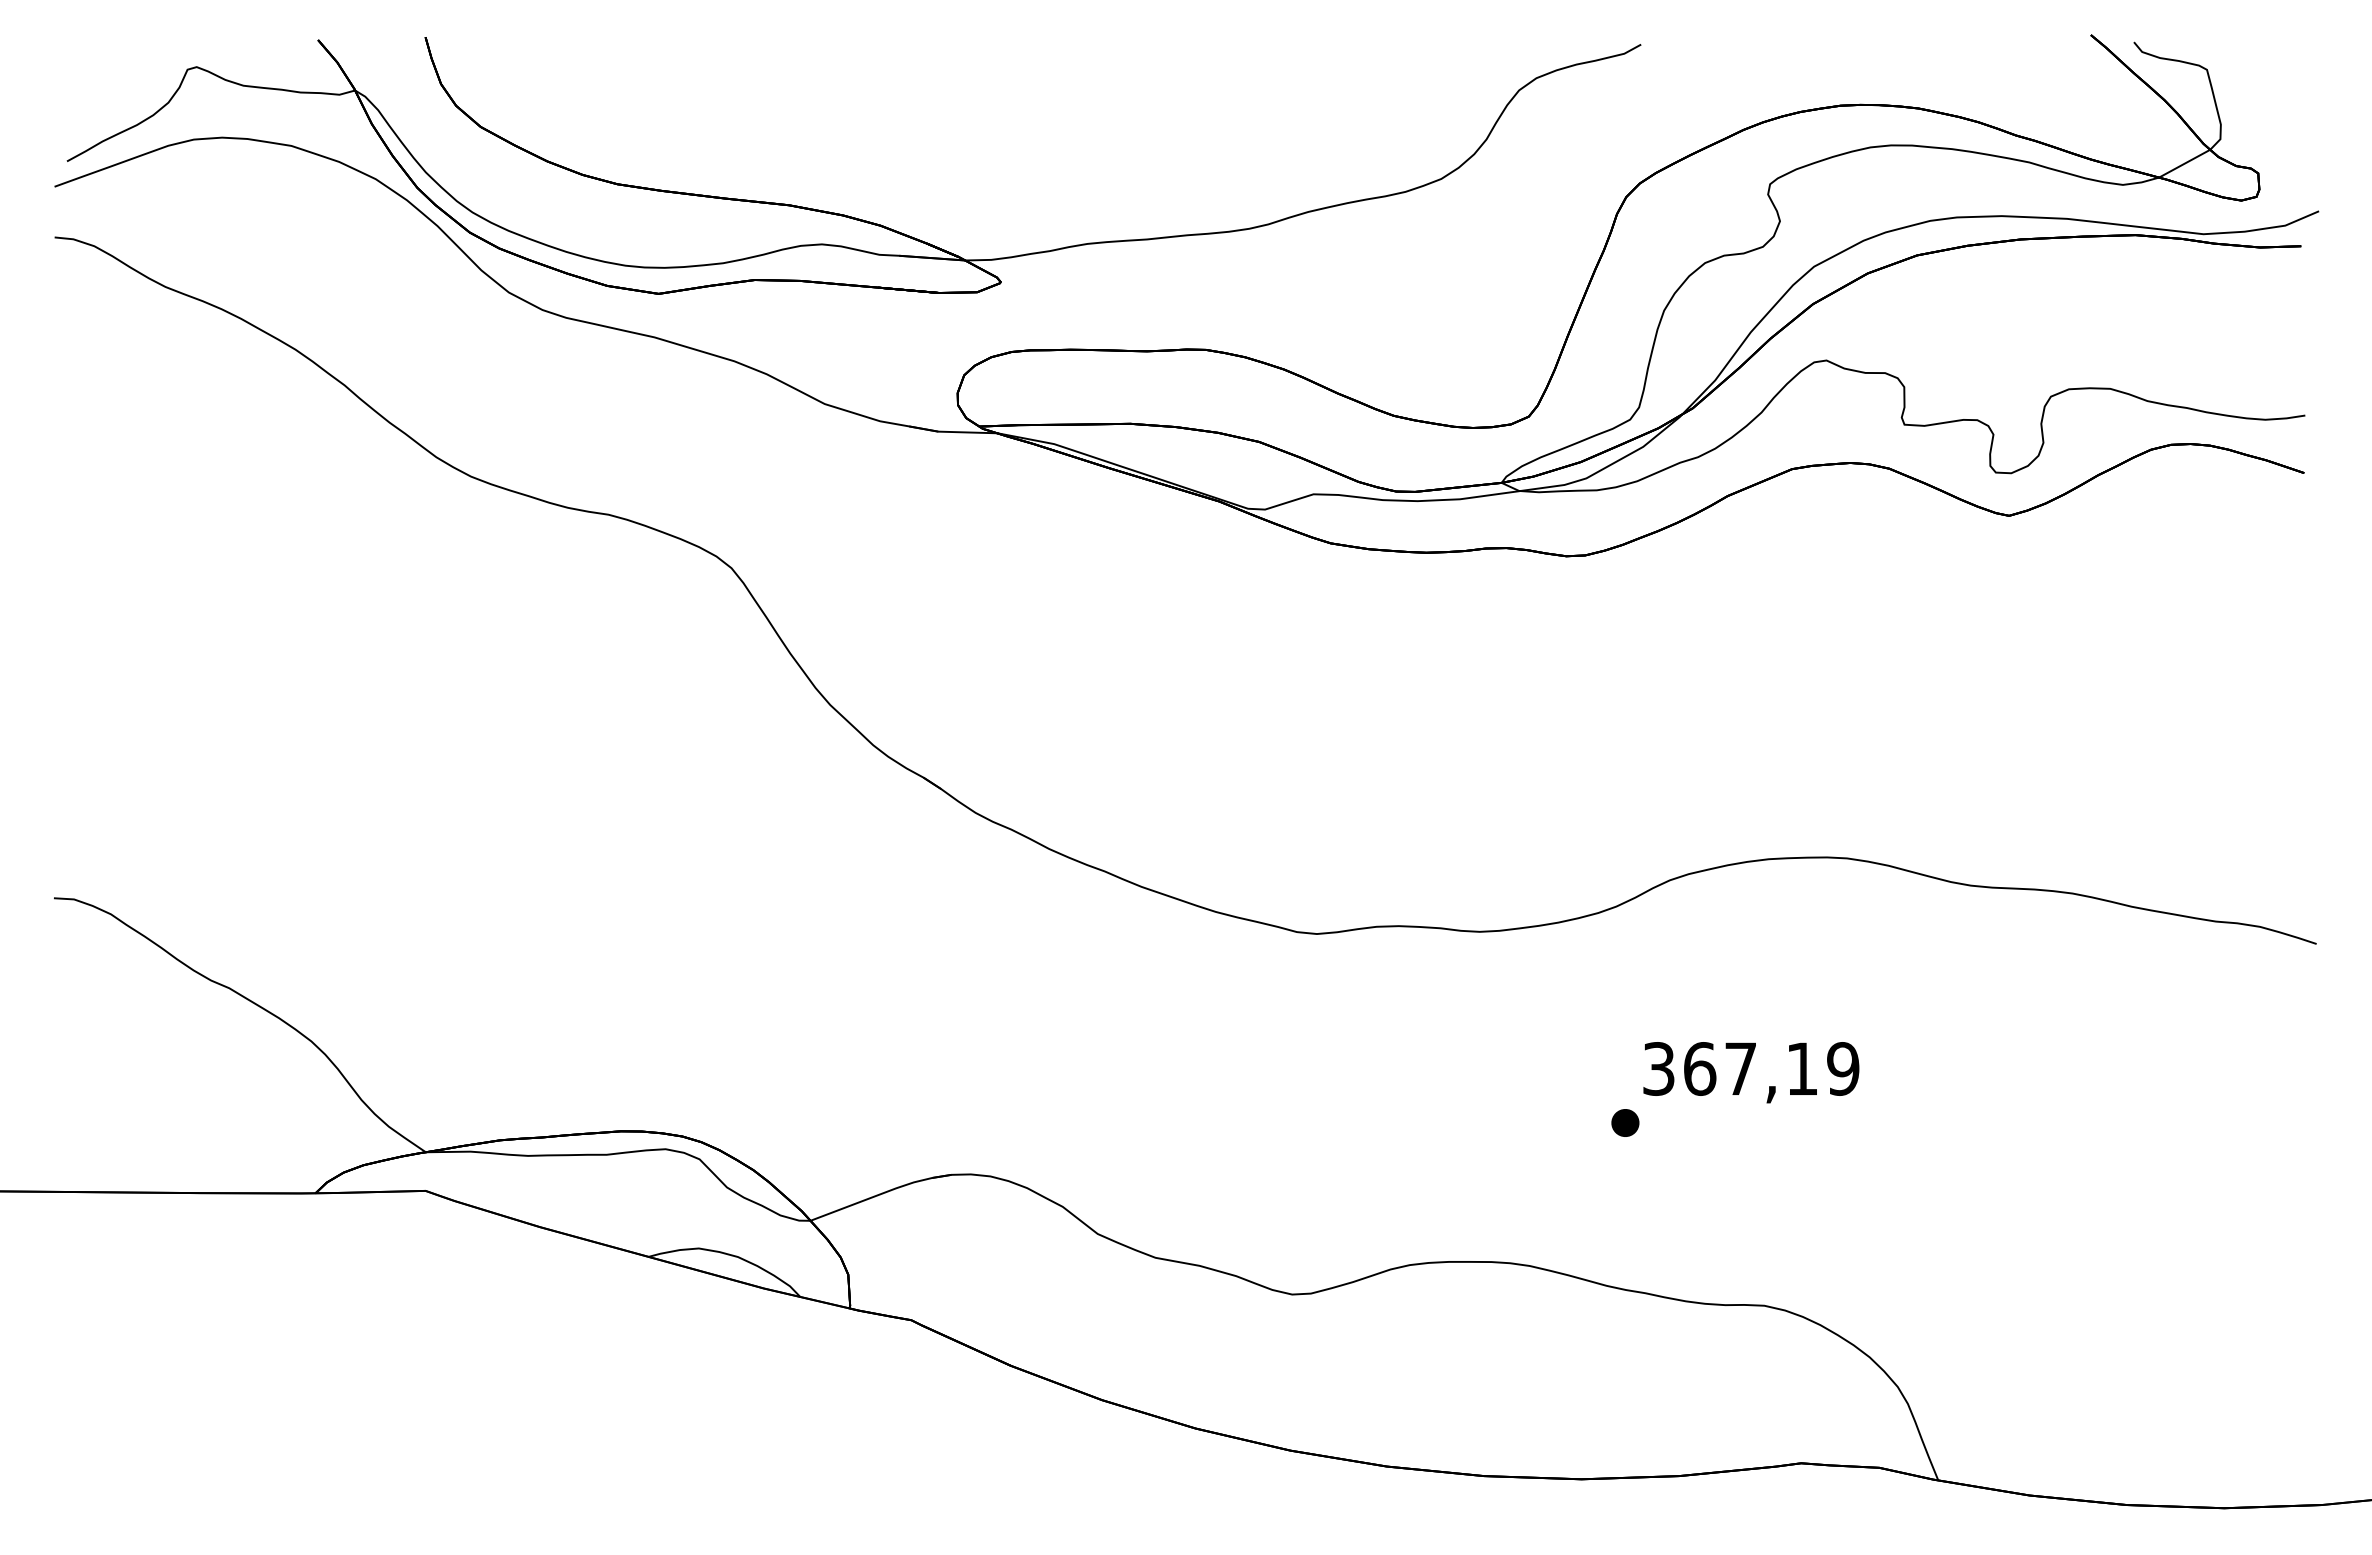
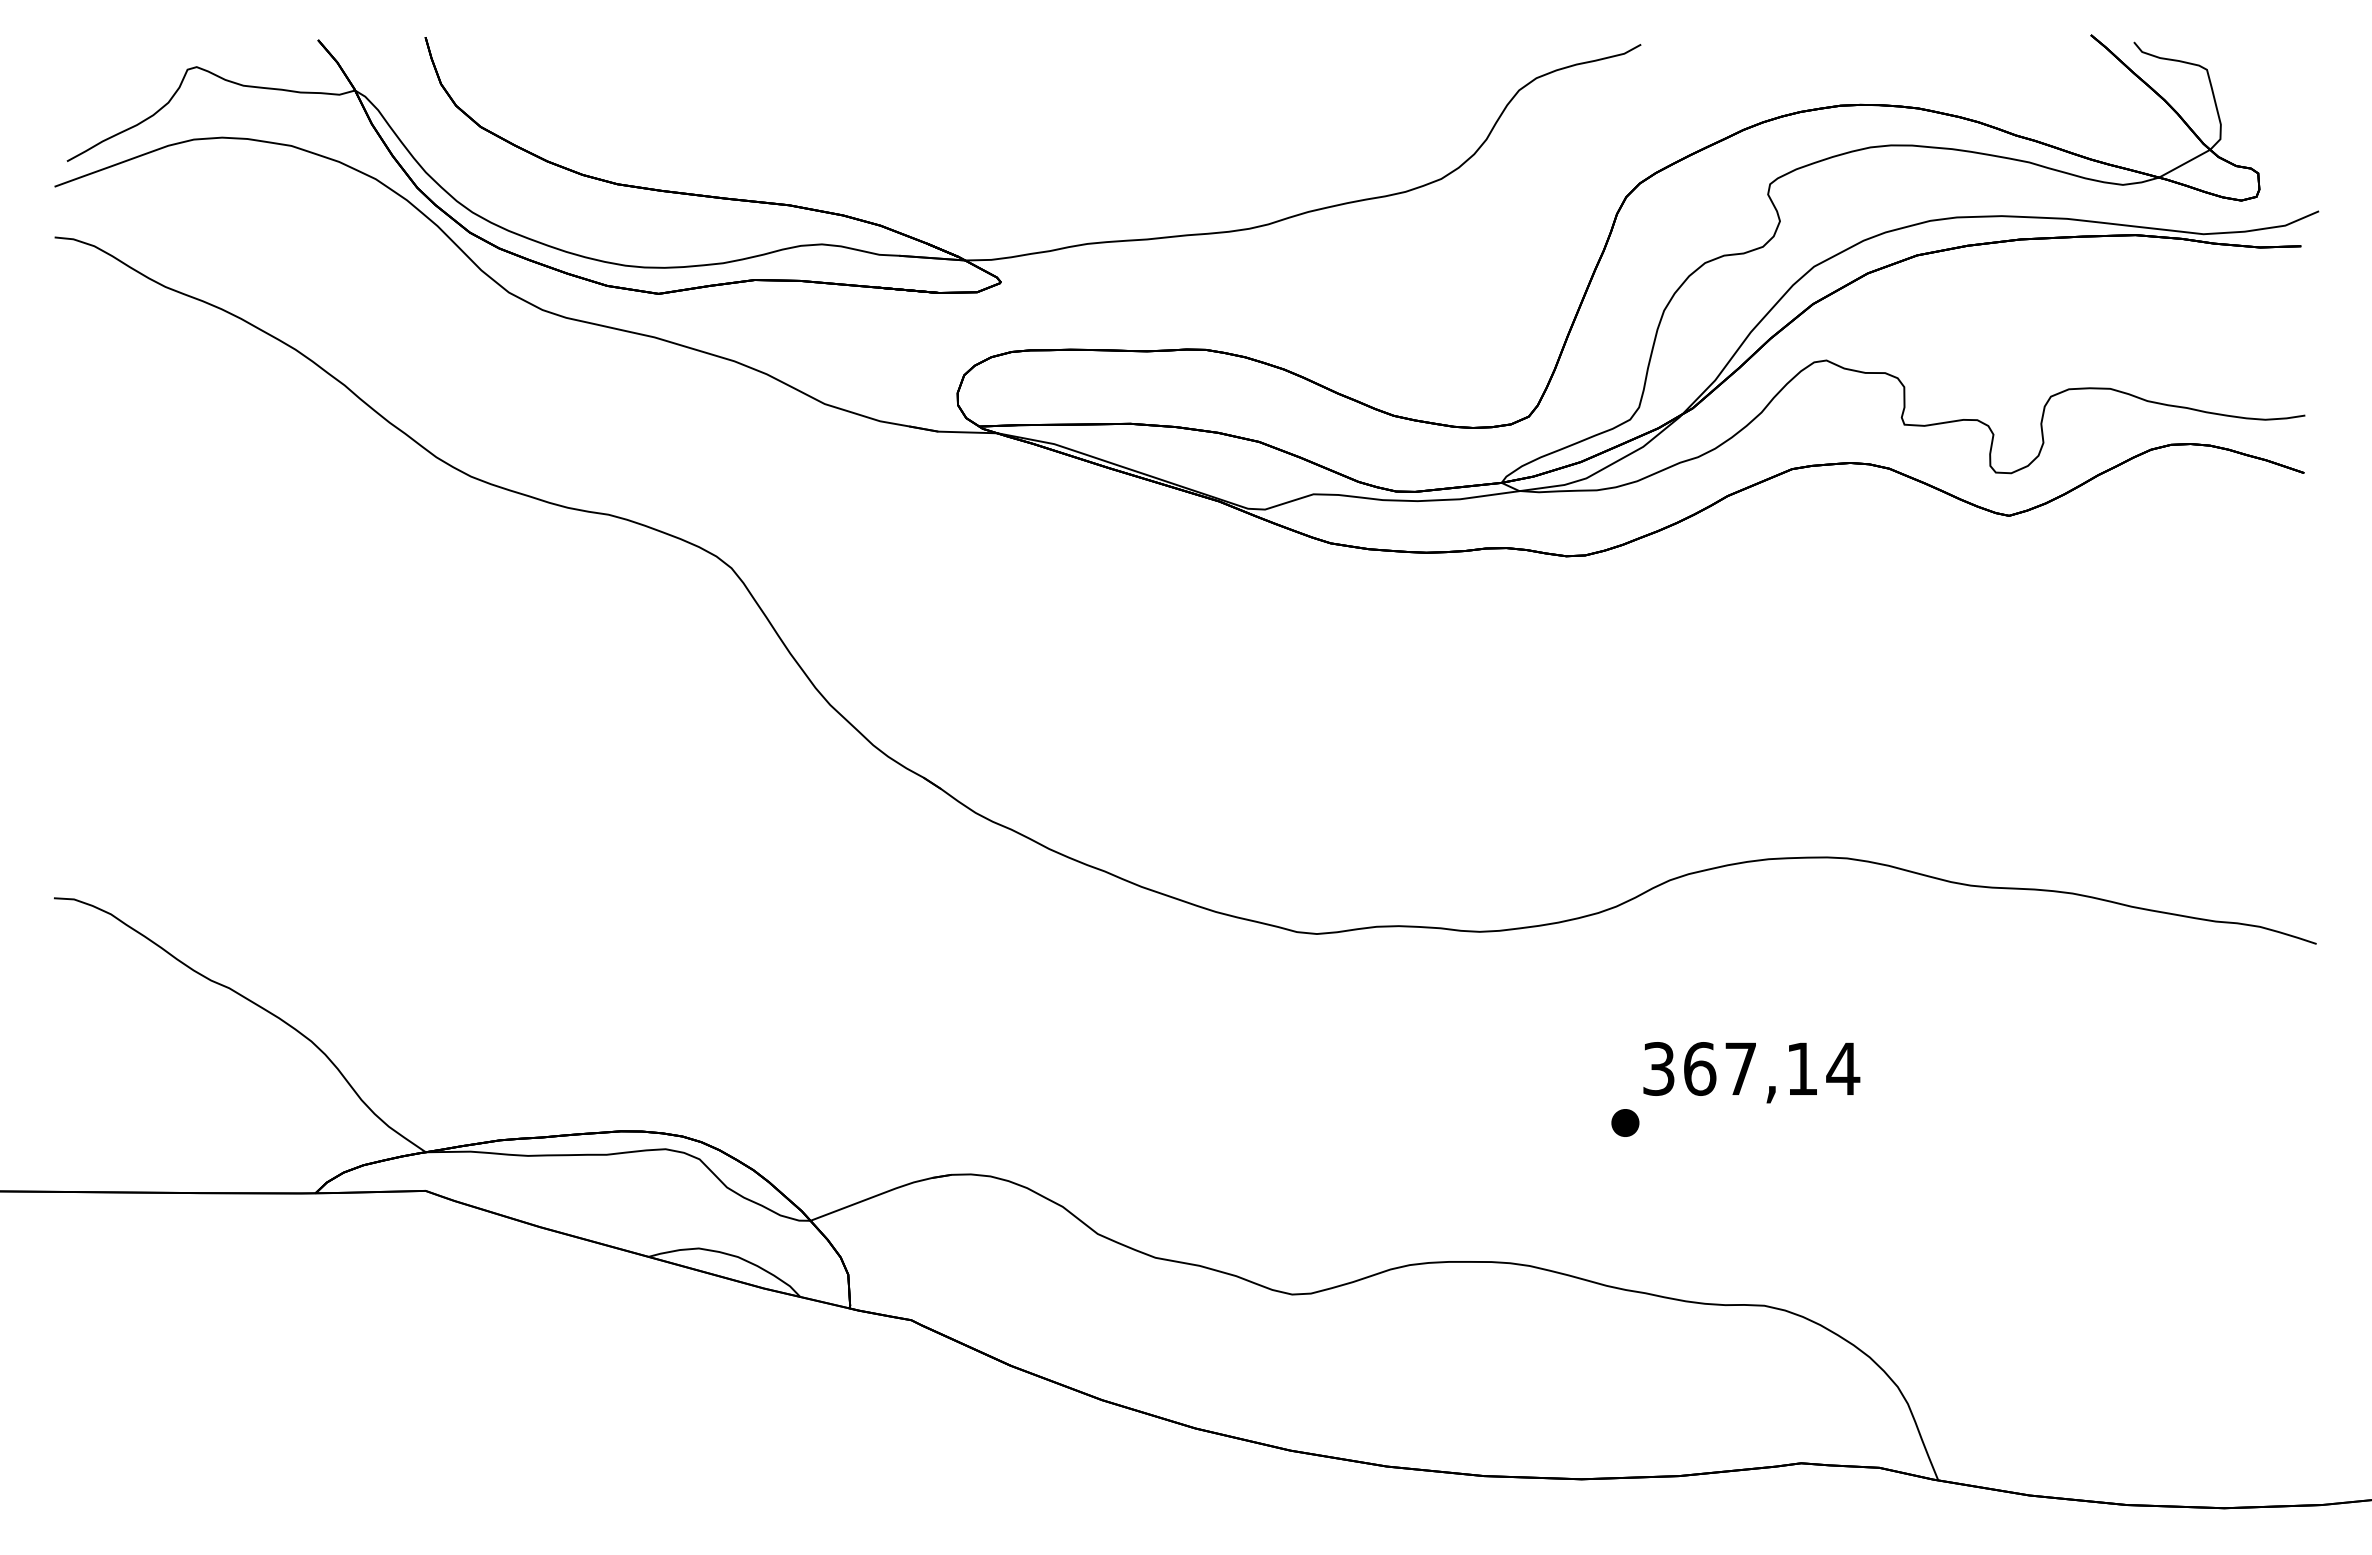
text at (1843, 1068): 367,19 -> 367,14
